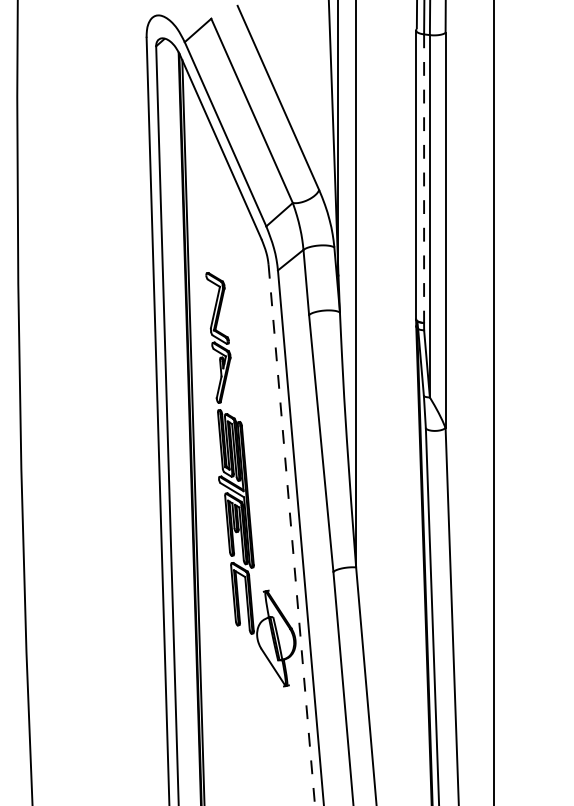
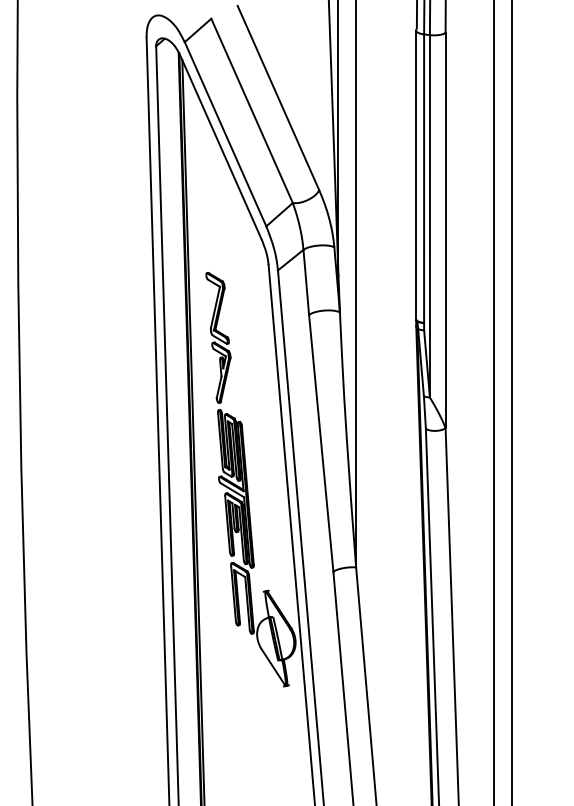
line at (424, 179): dashed -> solid
line at (511, 402): none -> present
line at (291, 535): dashed -> solid
